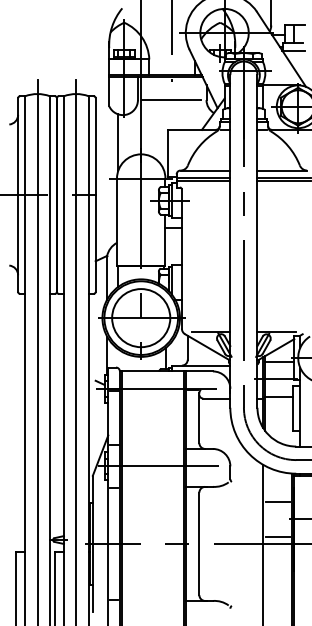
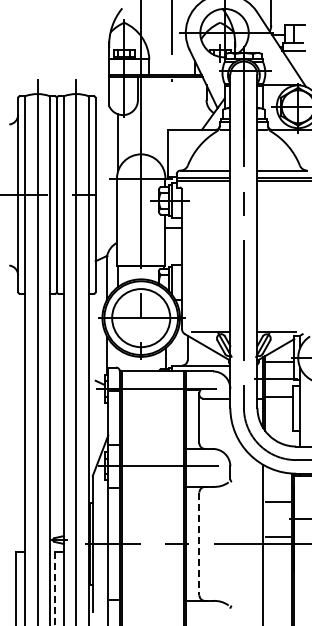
line at (171, 100): present -> none
line at (199, 544): solid -> dashed
line at (54, 588): solid -> dashed
